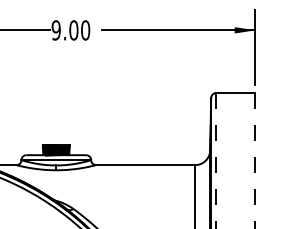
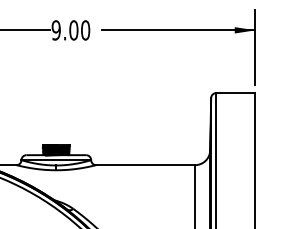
line at (216, 160): dashed -> solid
line at (255, 160): dashed -> solid
